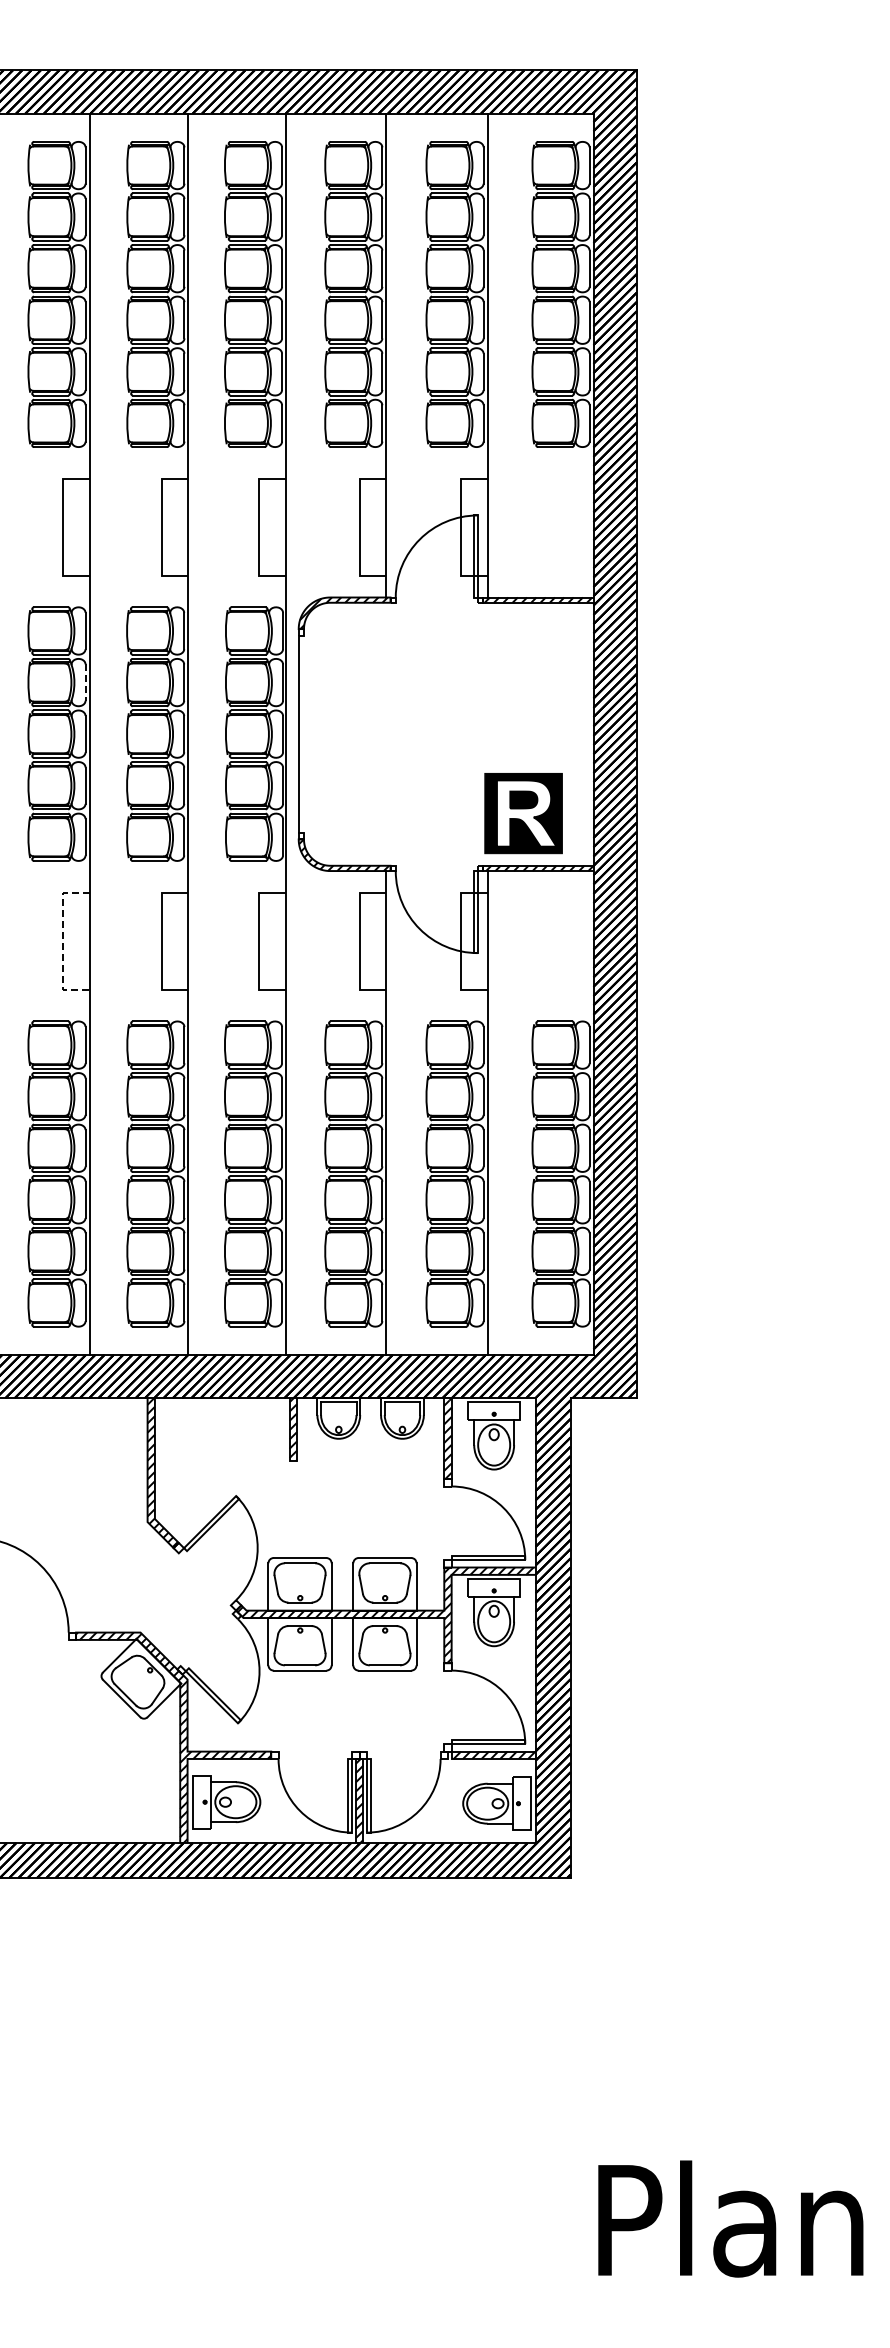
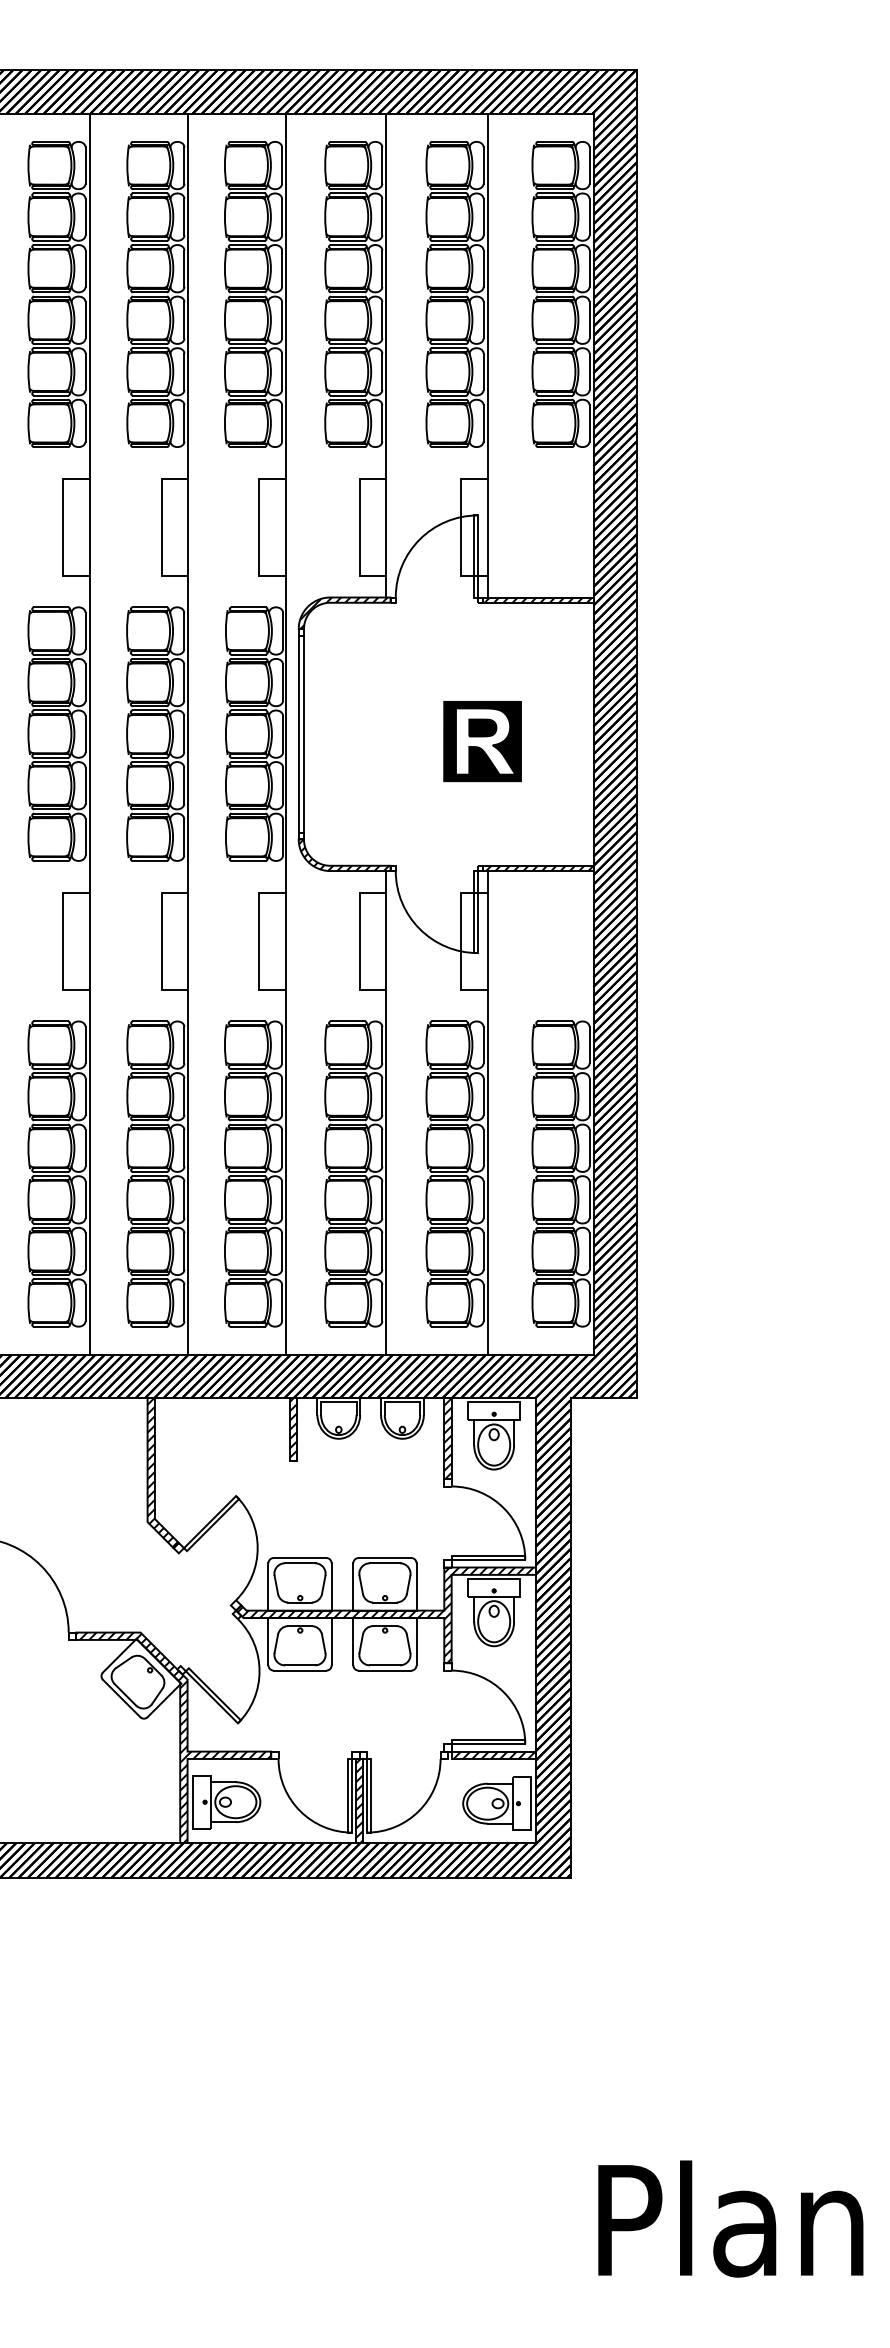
line at (85, 683): dashed -> solid
line at (304, 733): none -> present
part at (523, 813) position: (523, 813) -> (482, 741)
line at (62, 941): dashed -> solid
